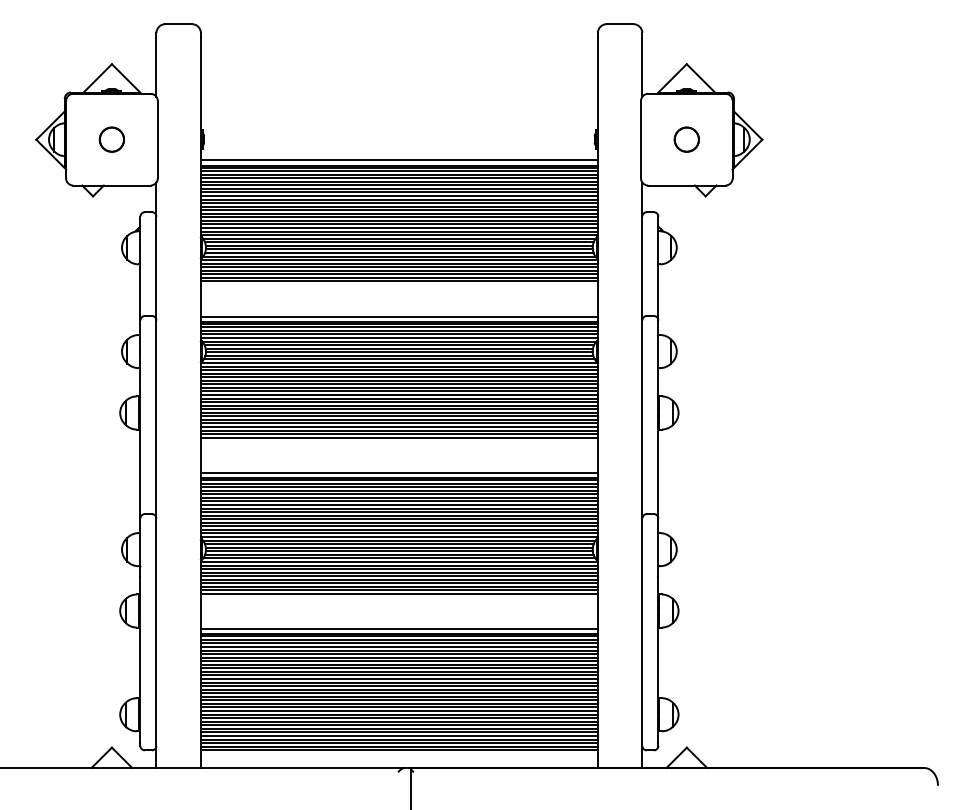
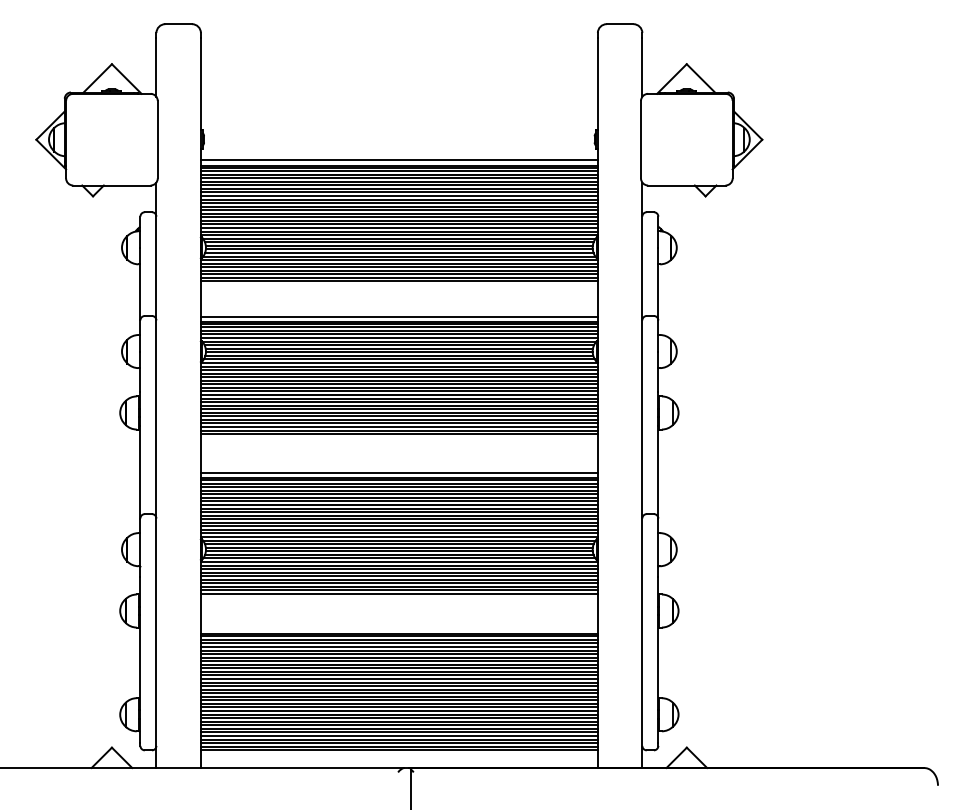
circle at (111, 139): present -> none
circle at (686, 139): present -> none
line at (398, 437): present -> none
line at (398, 629): present -> none
